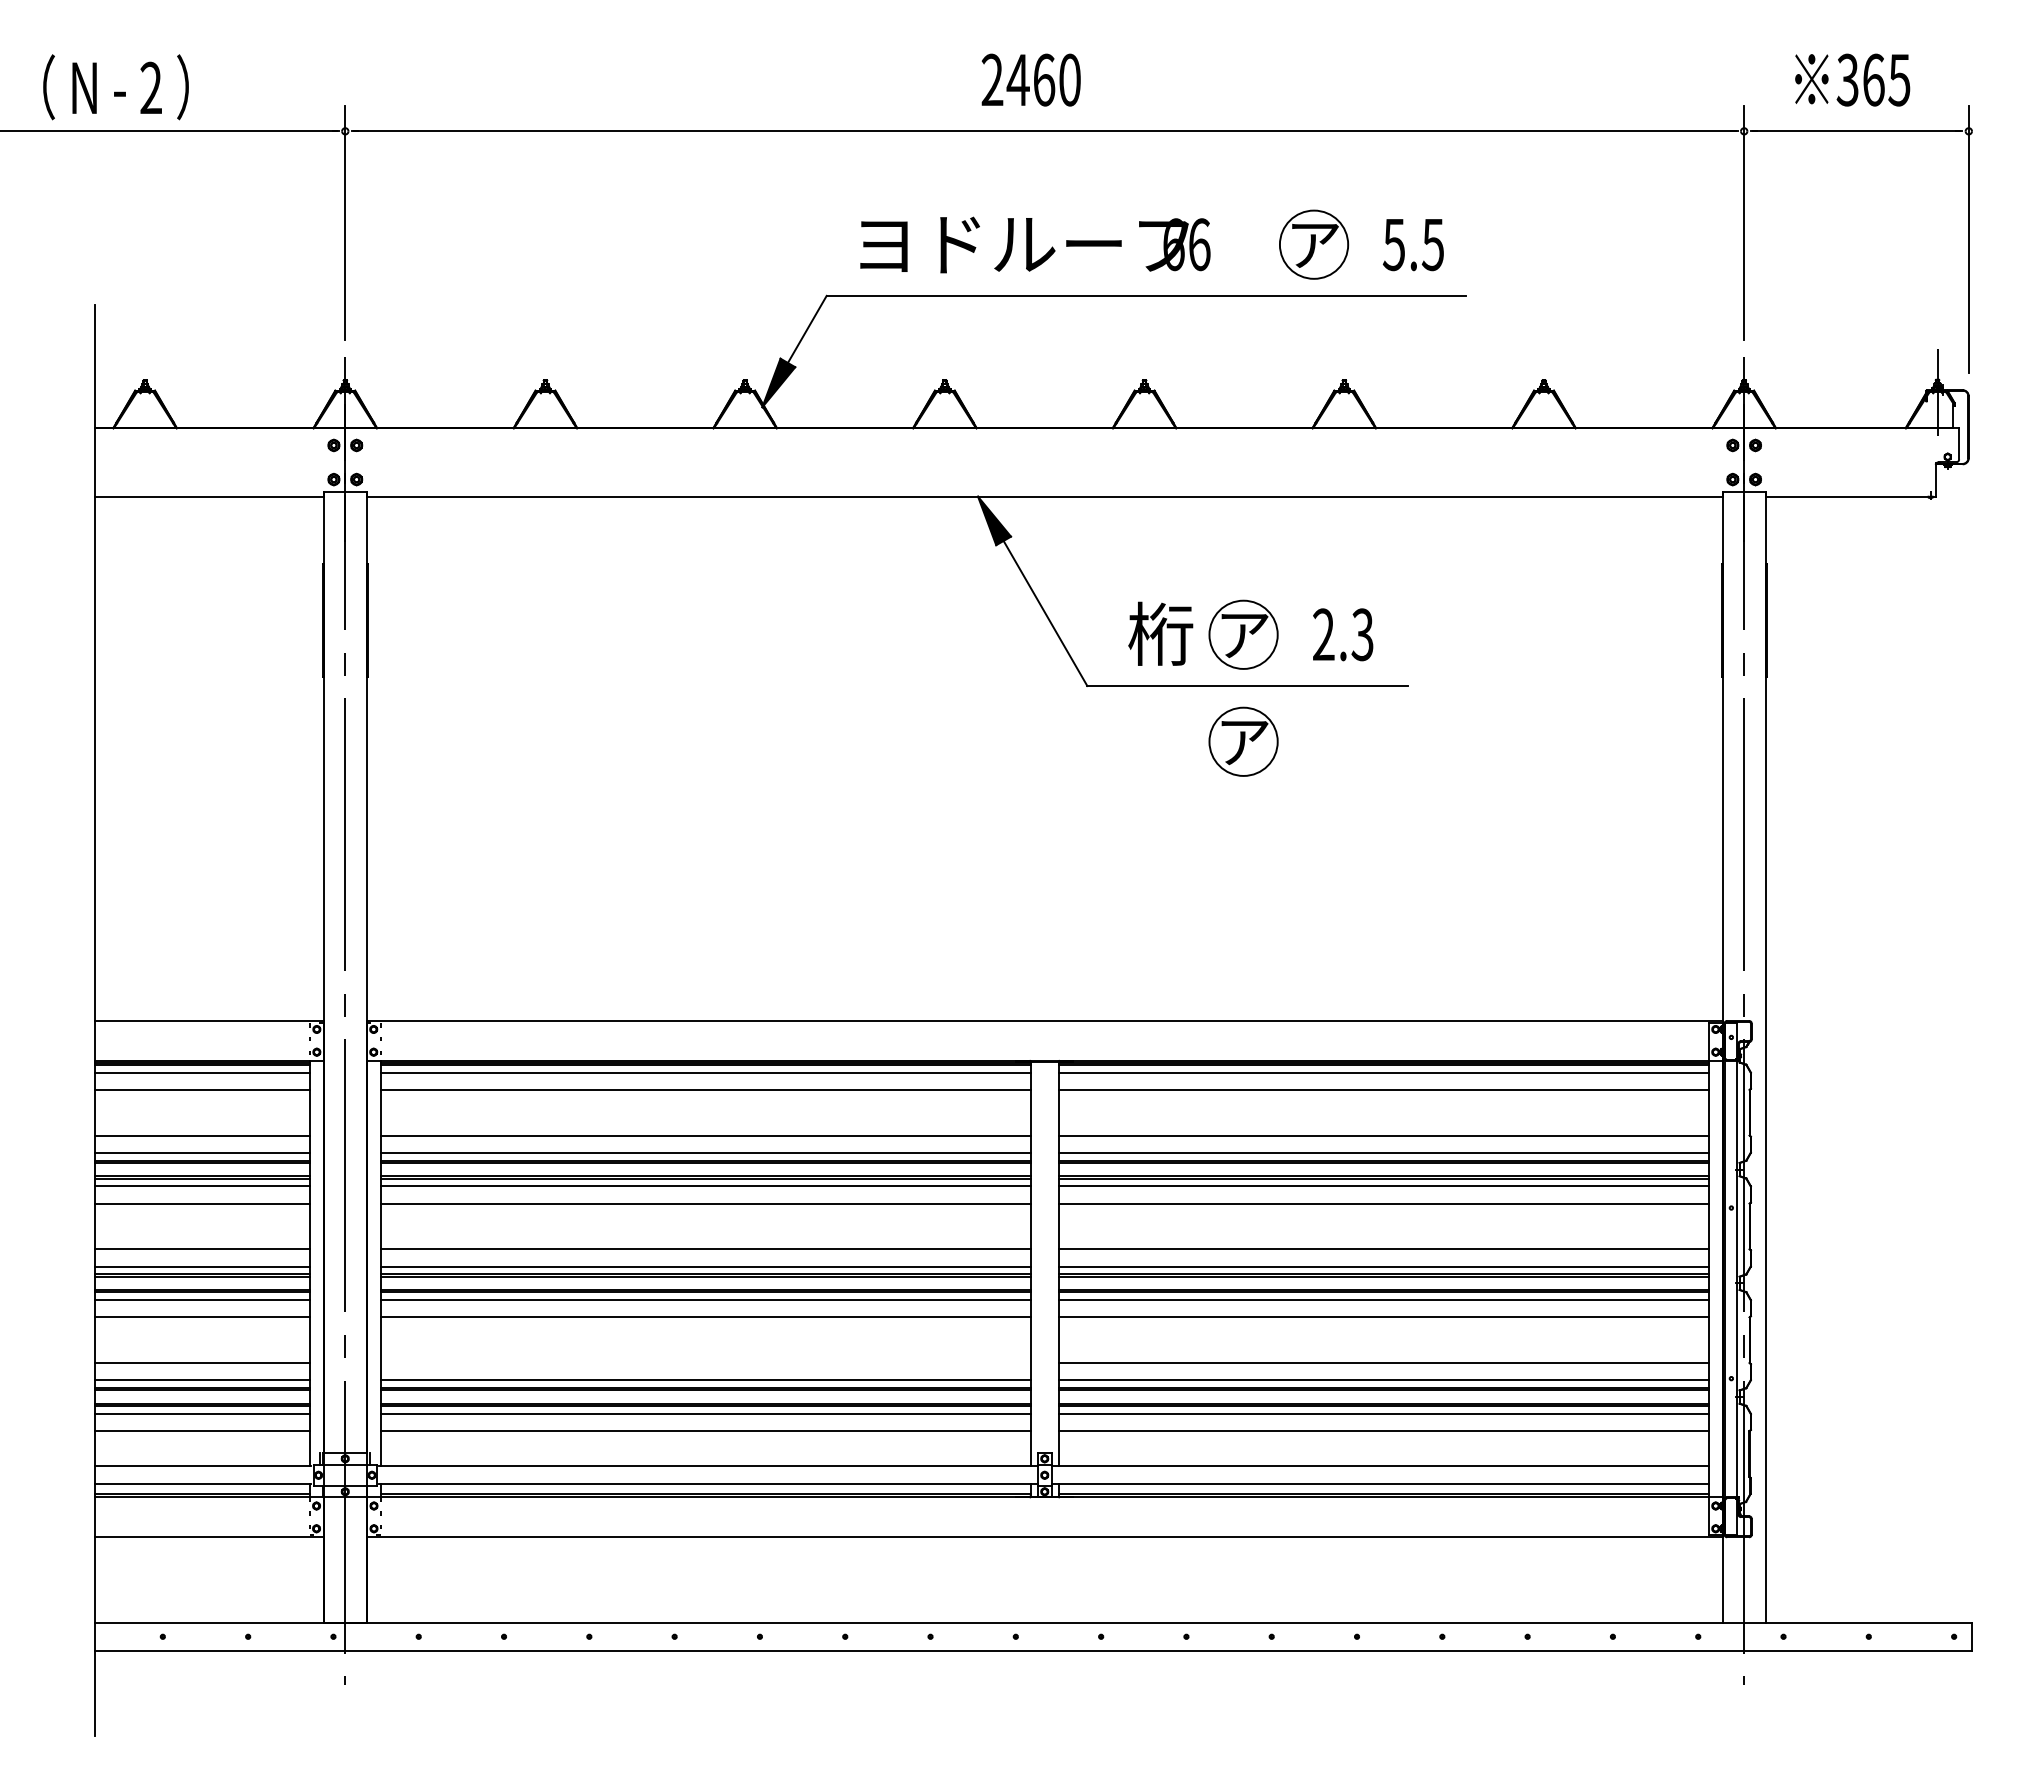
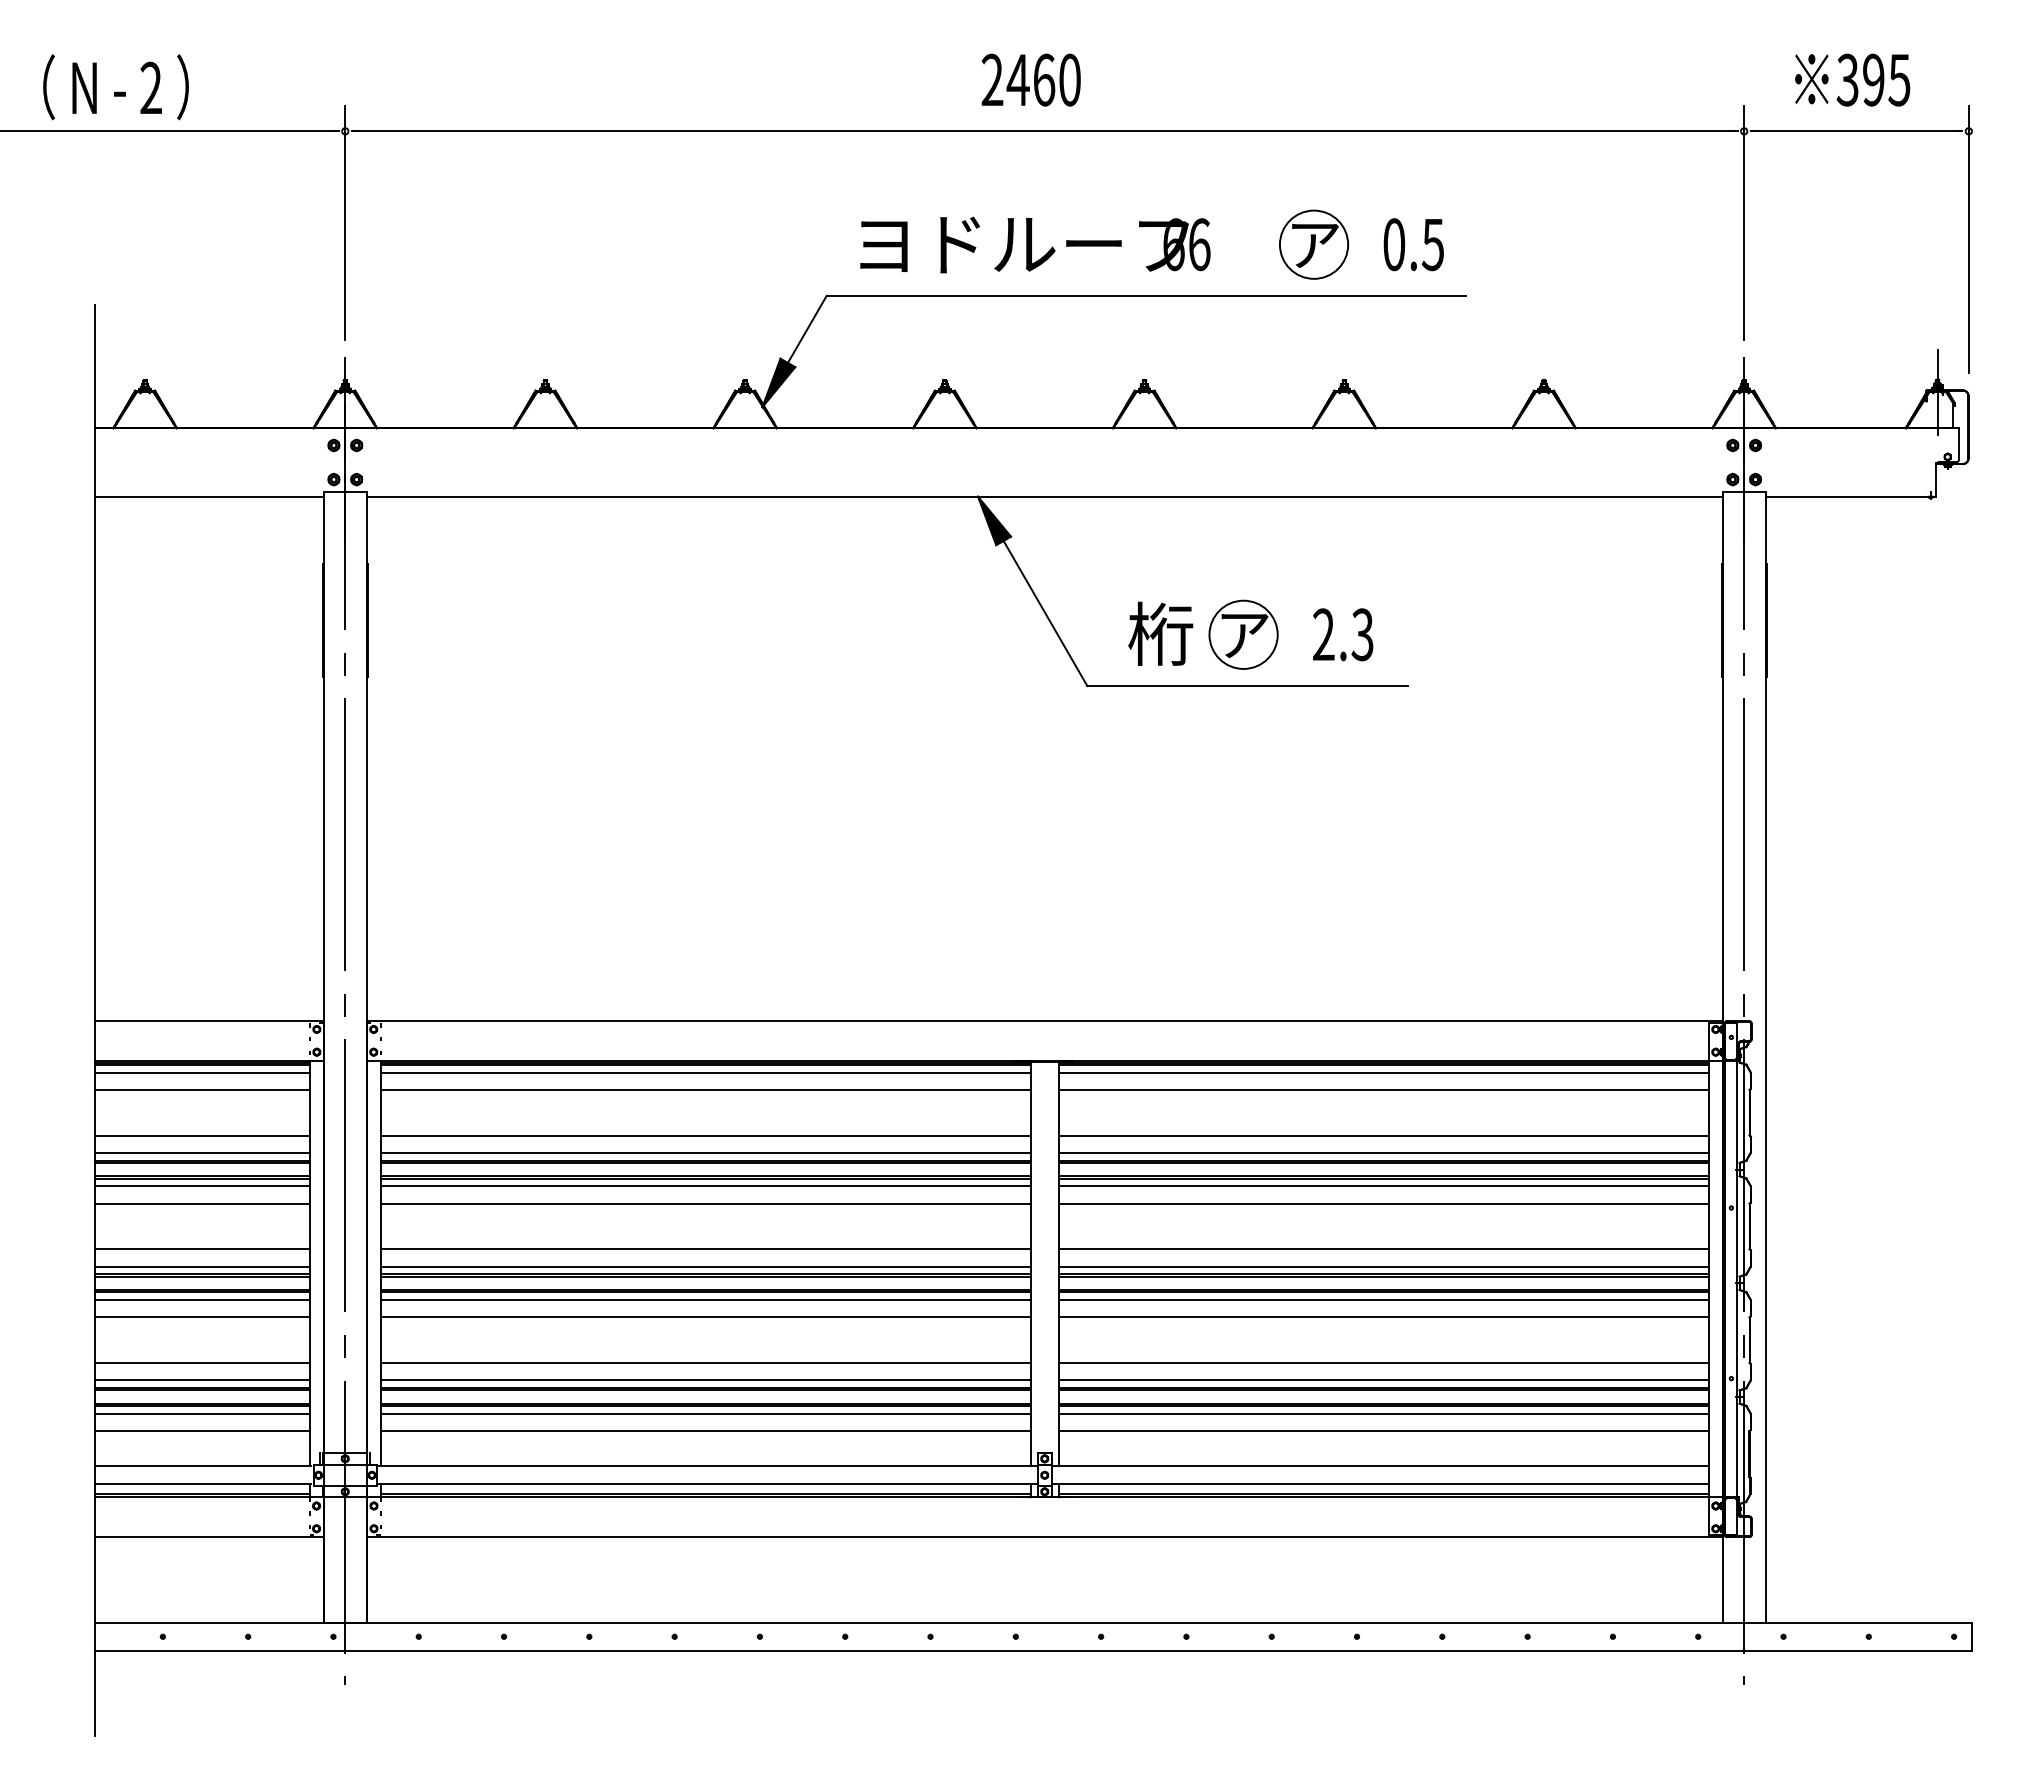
text at (1873, 79): 365 -> 395
text at (1393, 244): 5.5 -> 0.5
part at (1243, 741): present -> none
line at (705, 1363): none -> present
